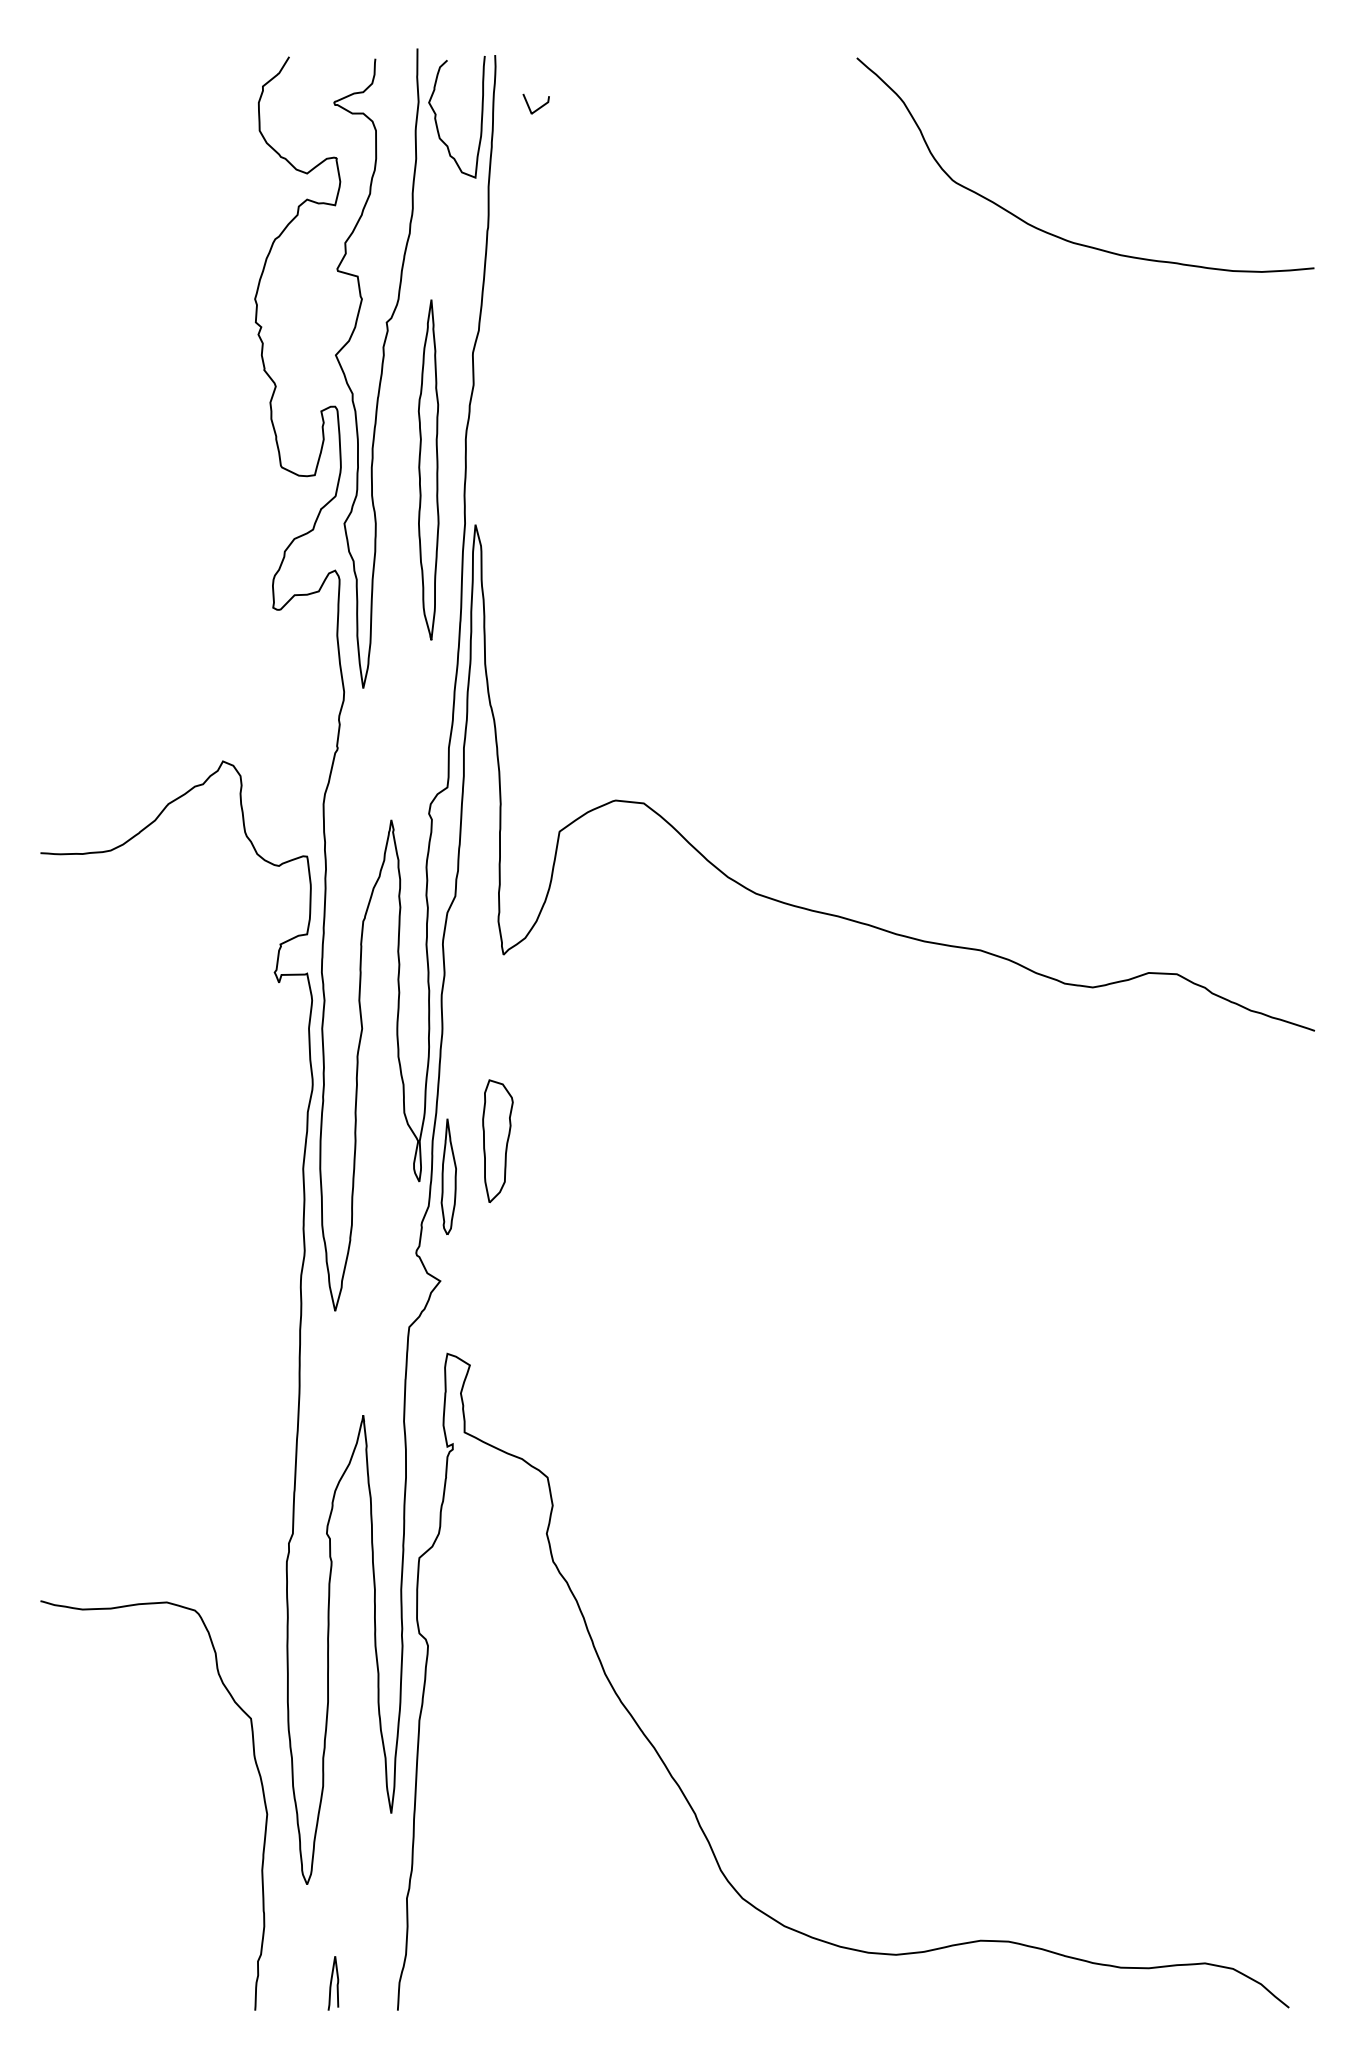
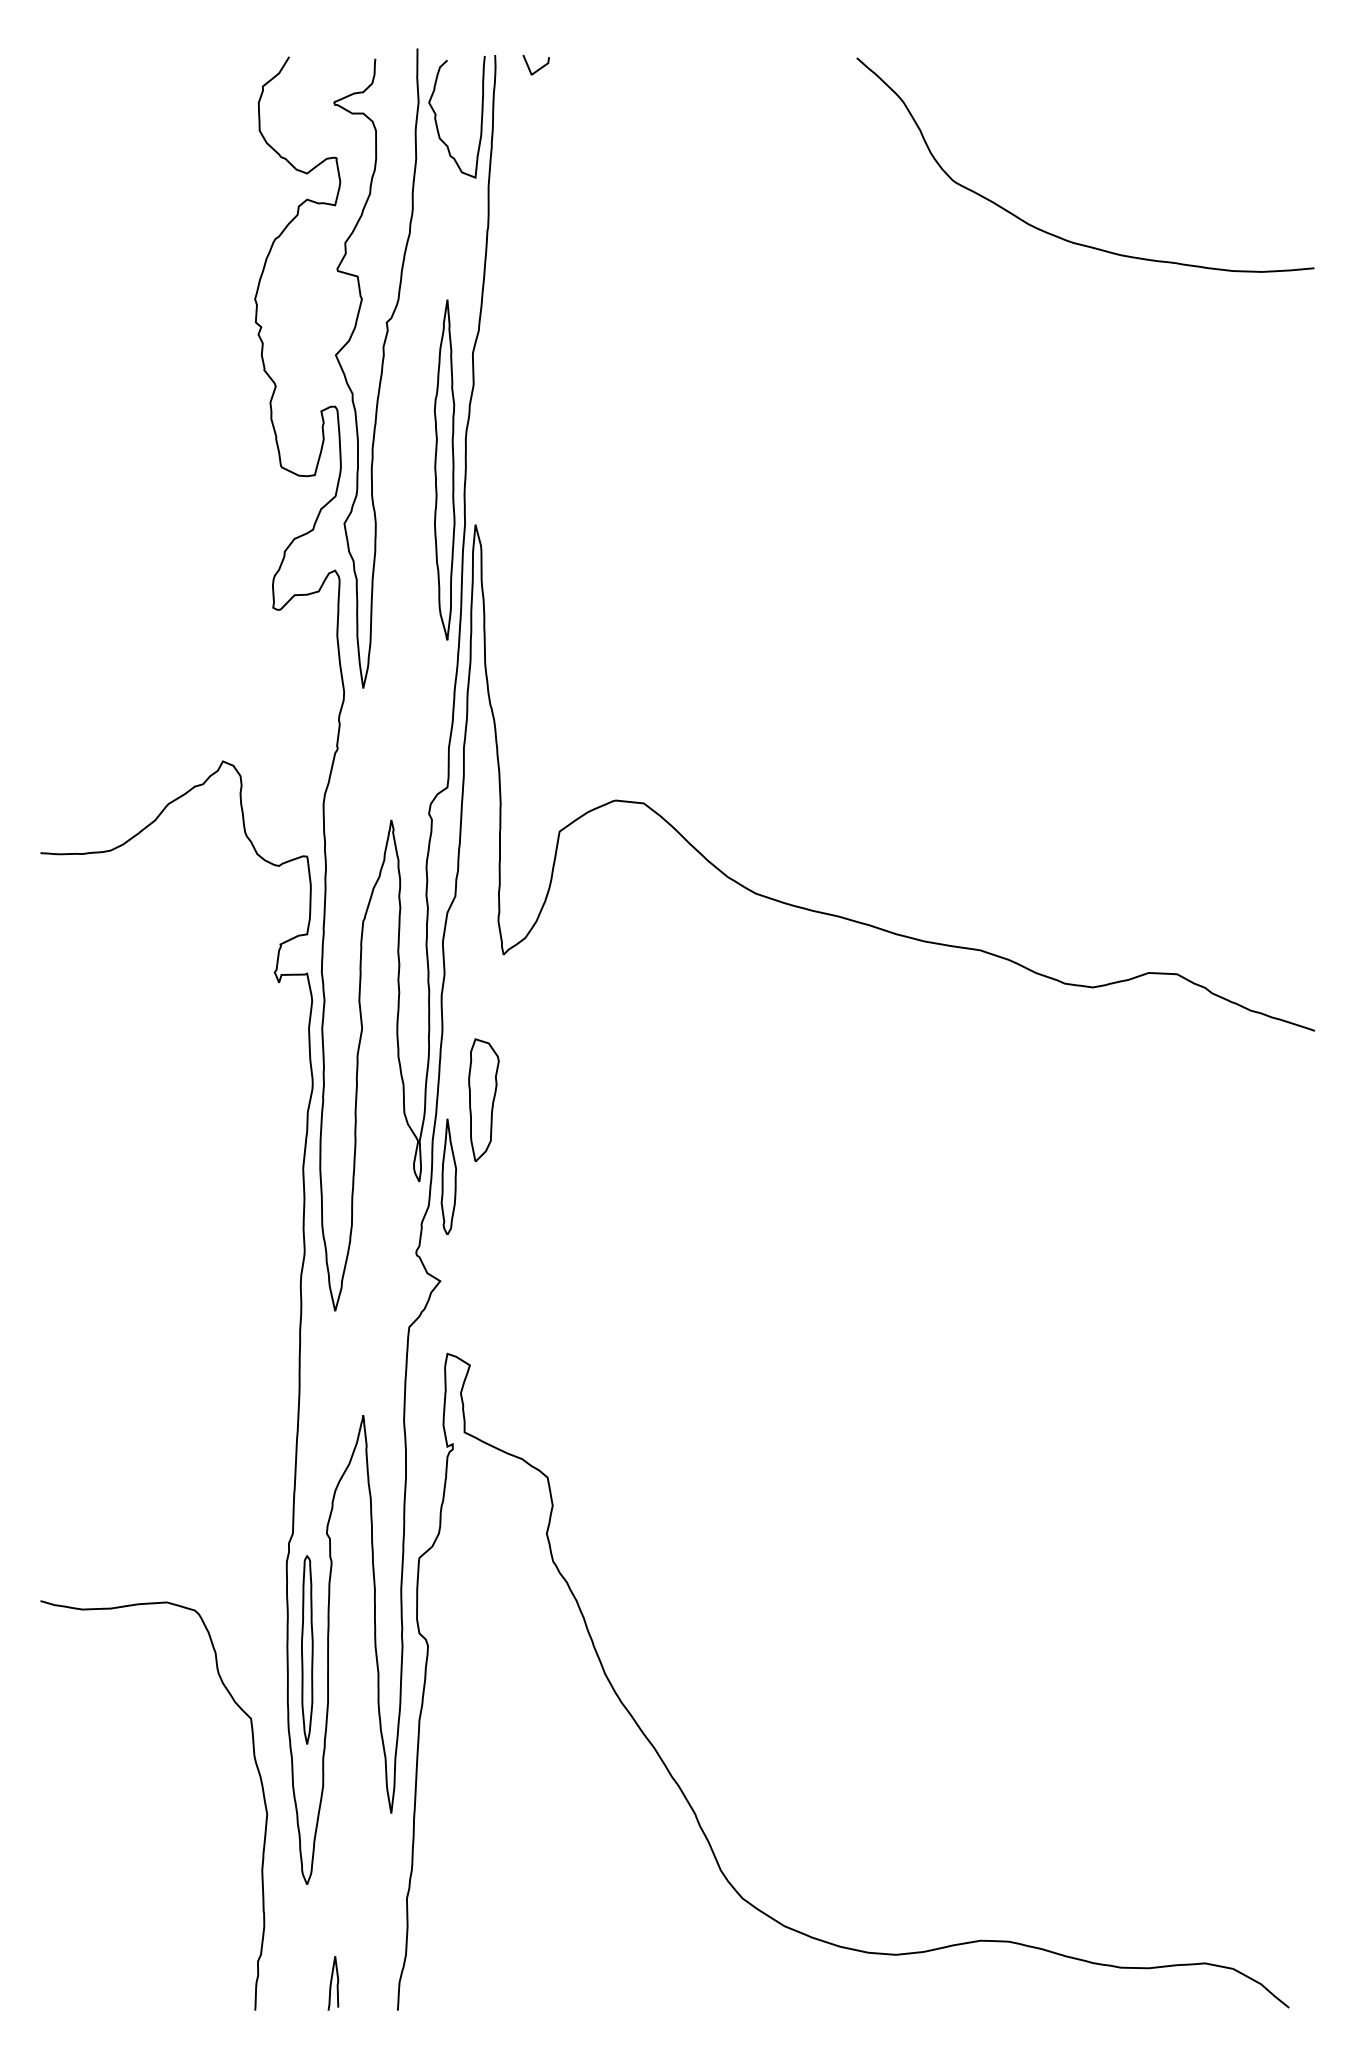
curve at (538, 107) position: (538, 107) -> (538, 68)
part at (428, 469) position: (428, 469) -> (444, 469)
part at (497, 1141) position: (497, 1141) -> (483, 1100)
part at (307, 1649): none -> present
